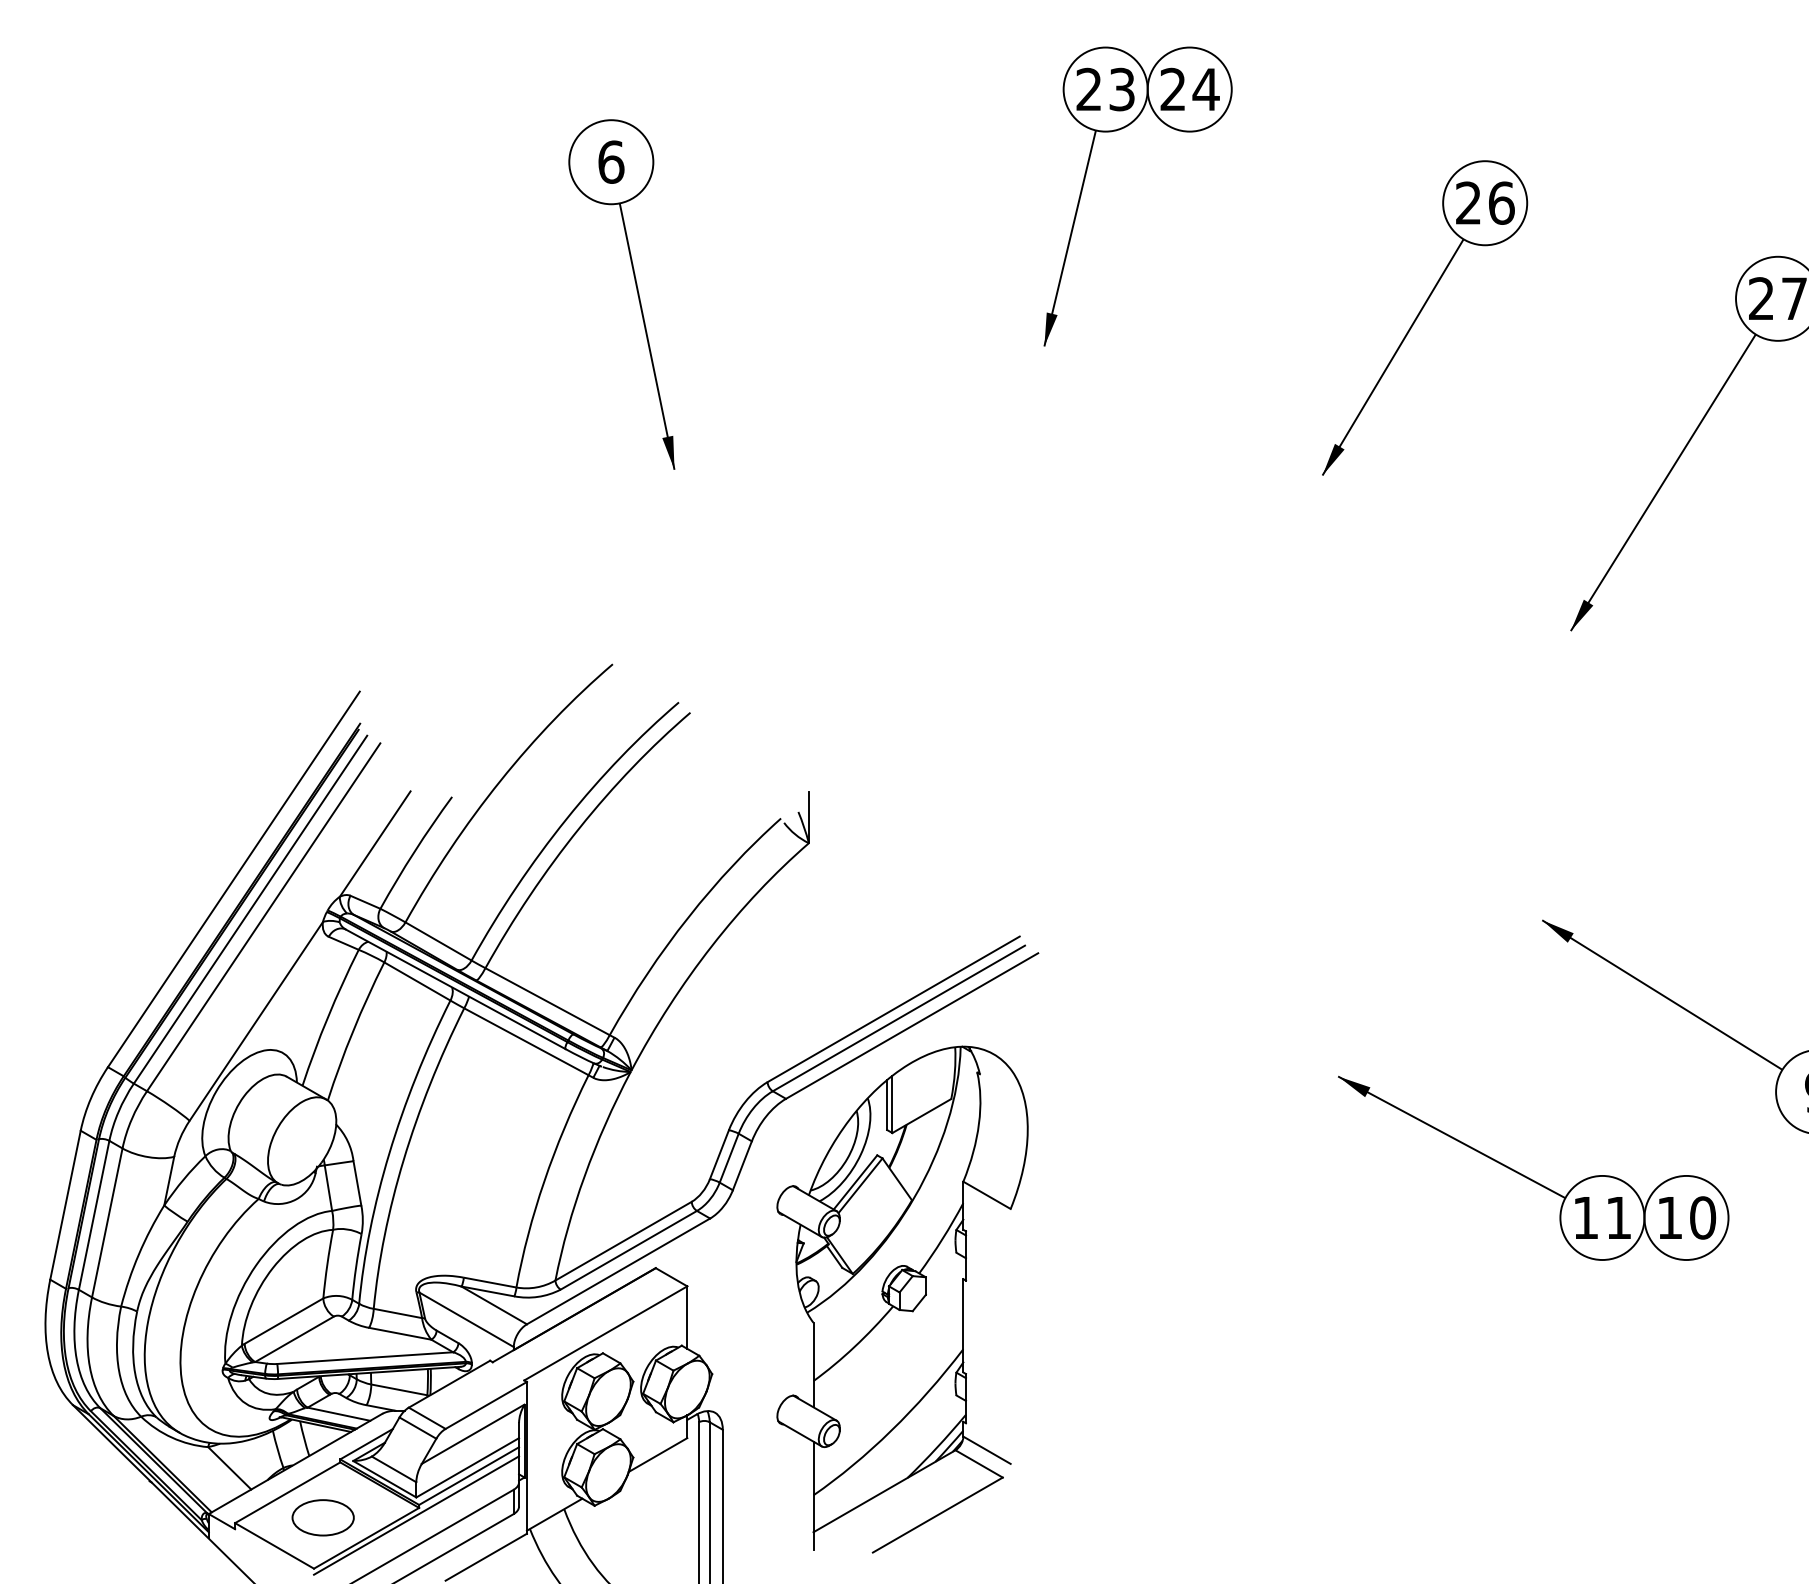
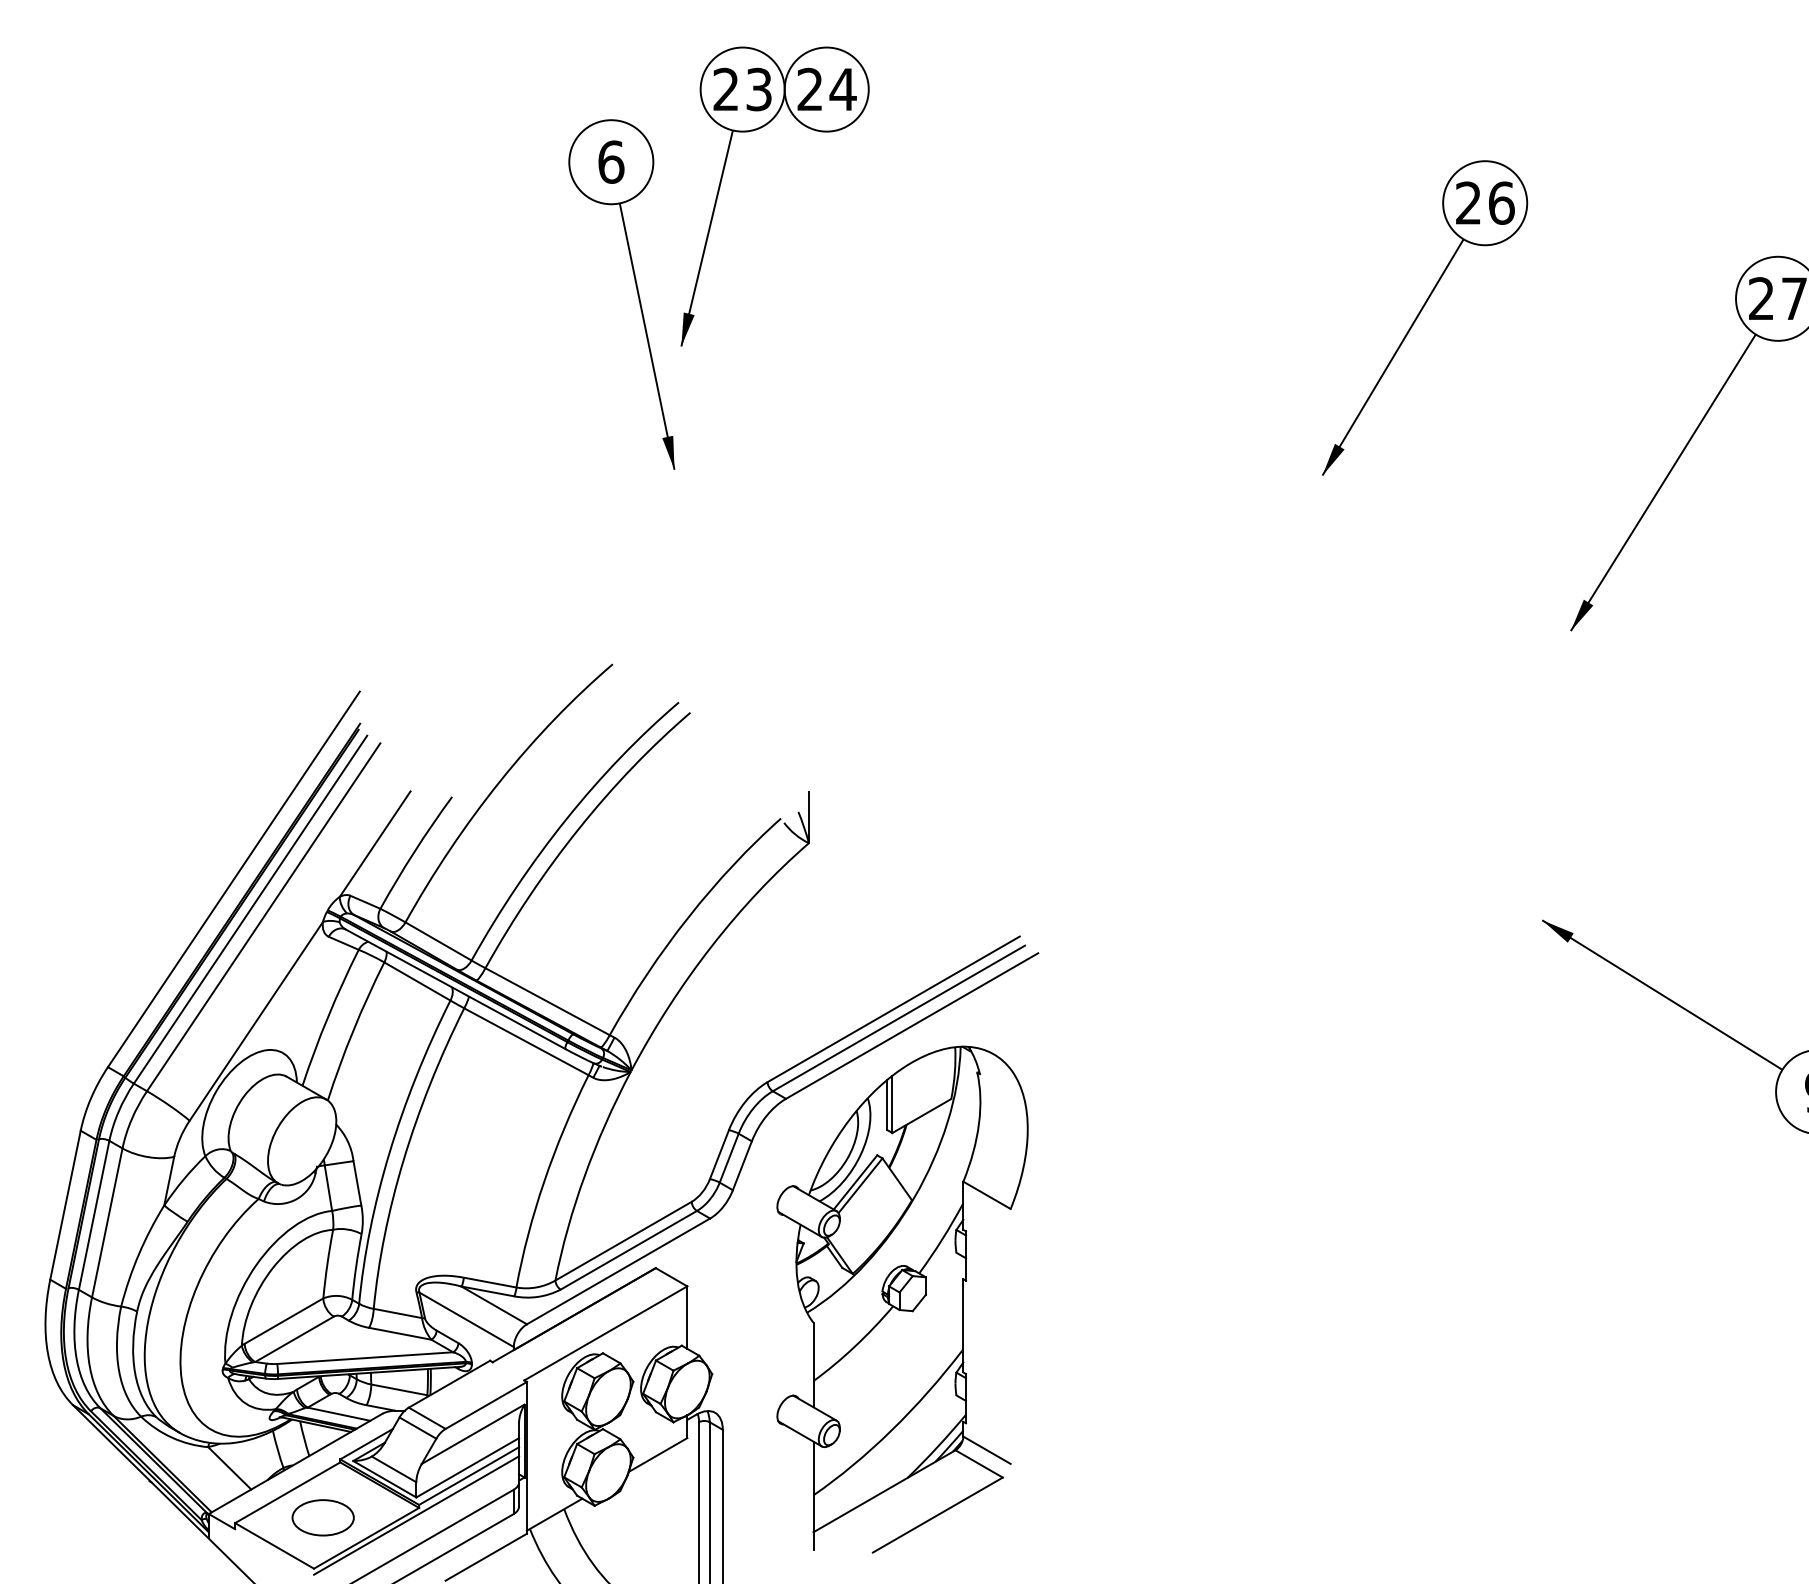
part at (1084, 183) position: (1084, 183) -> (721, 183)
part at (1529, 1177): present -> none
